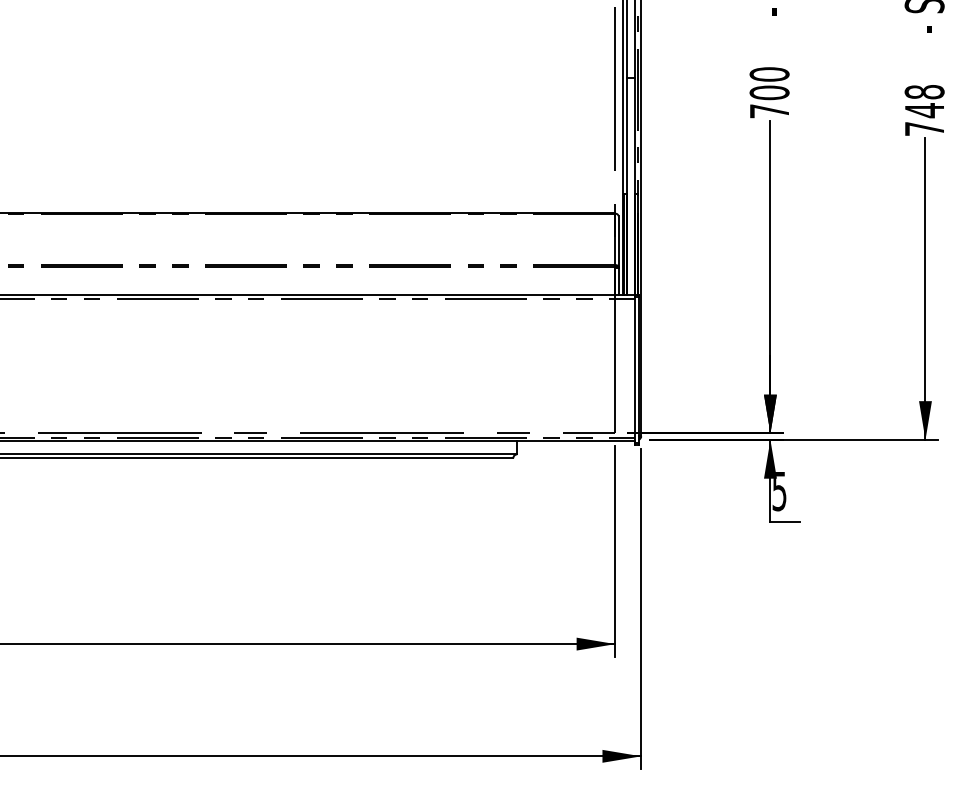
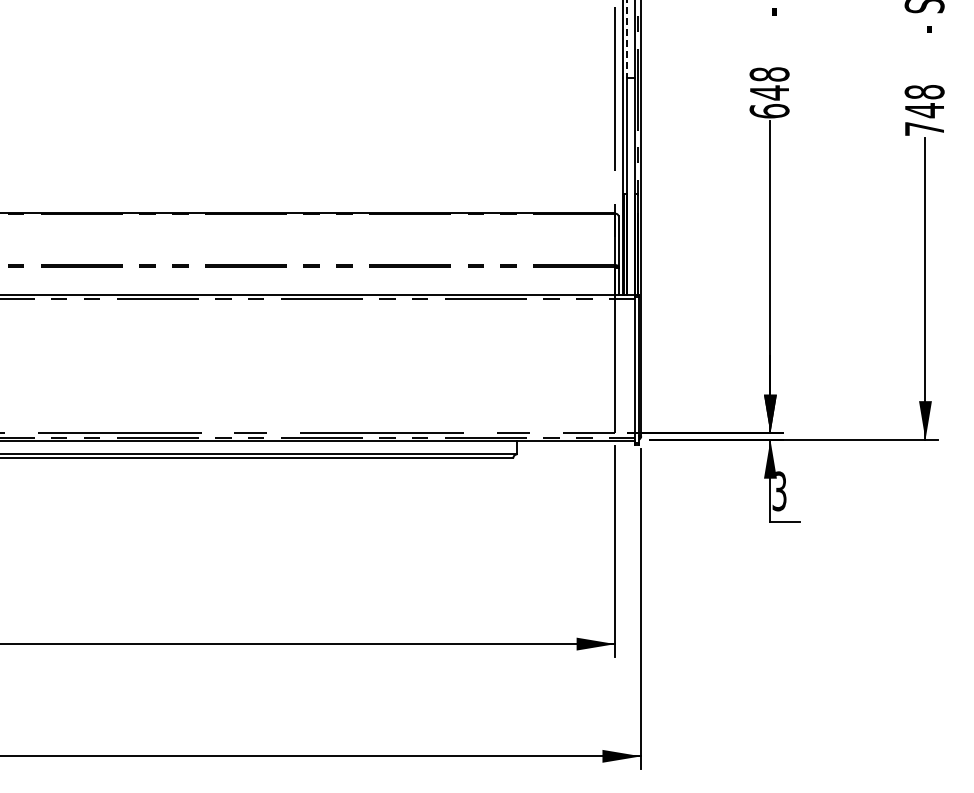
line at (627, 39): solid -> dashed
text at (769, 92): 700 -> 648
text at (779, 490): 5 -> 3
